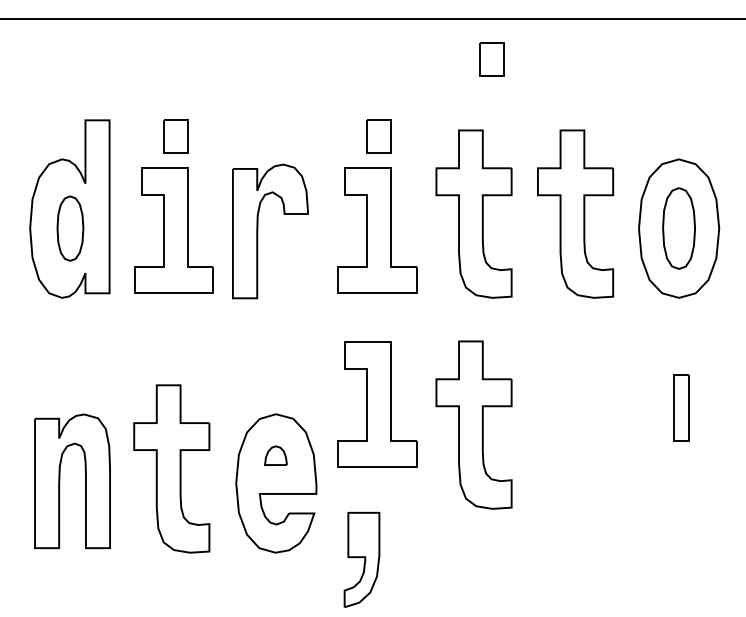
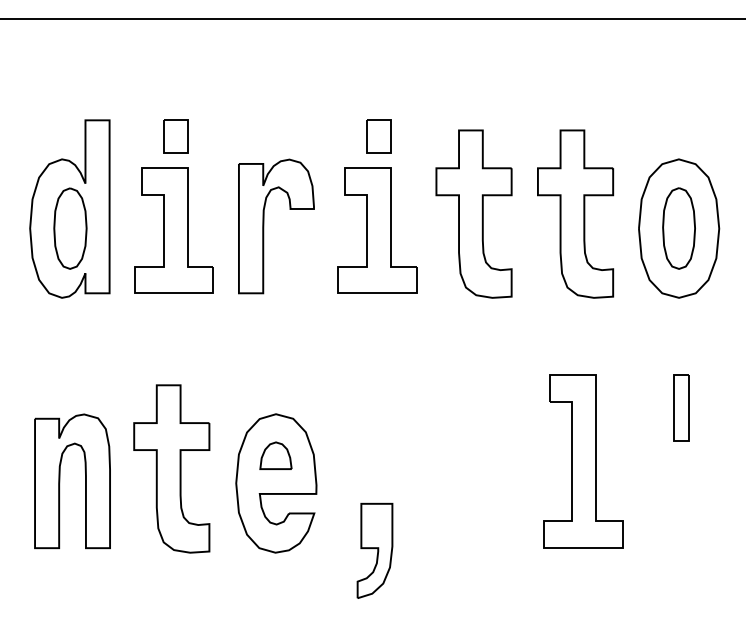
part at (491, 59): present -> none
part at (70, 228) size: 29x67 px -> 35x83 px
part at (258, 231) position: (258, 231) -> (264, 226)
part at (377, 404): present -> none
part at (473, 424): present -> none
part at (275, 455) size: 24x21 px -> 34x29 px
part at (583, 461): none -> present
part at (361, 559) position: (361, 559) -> (374, 550)
